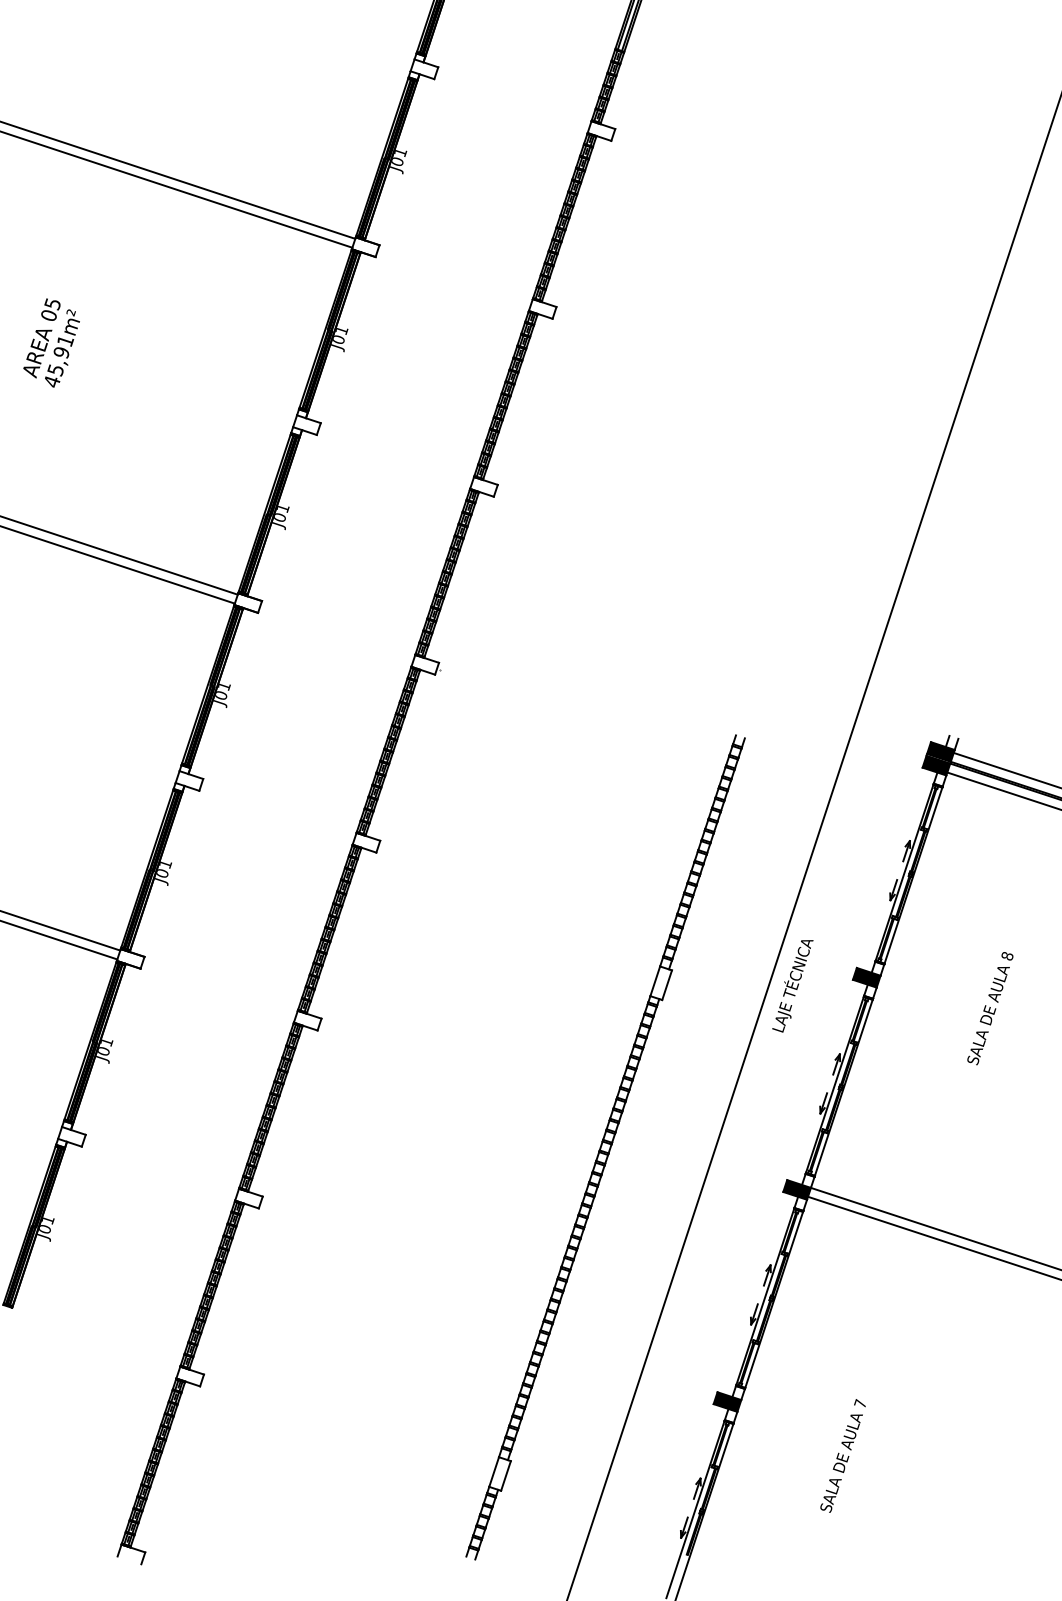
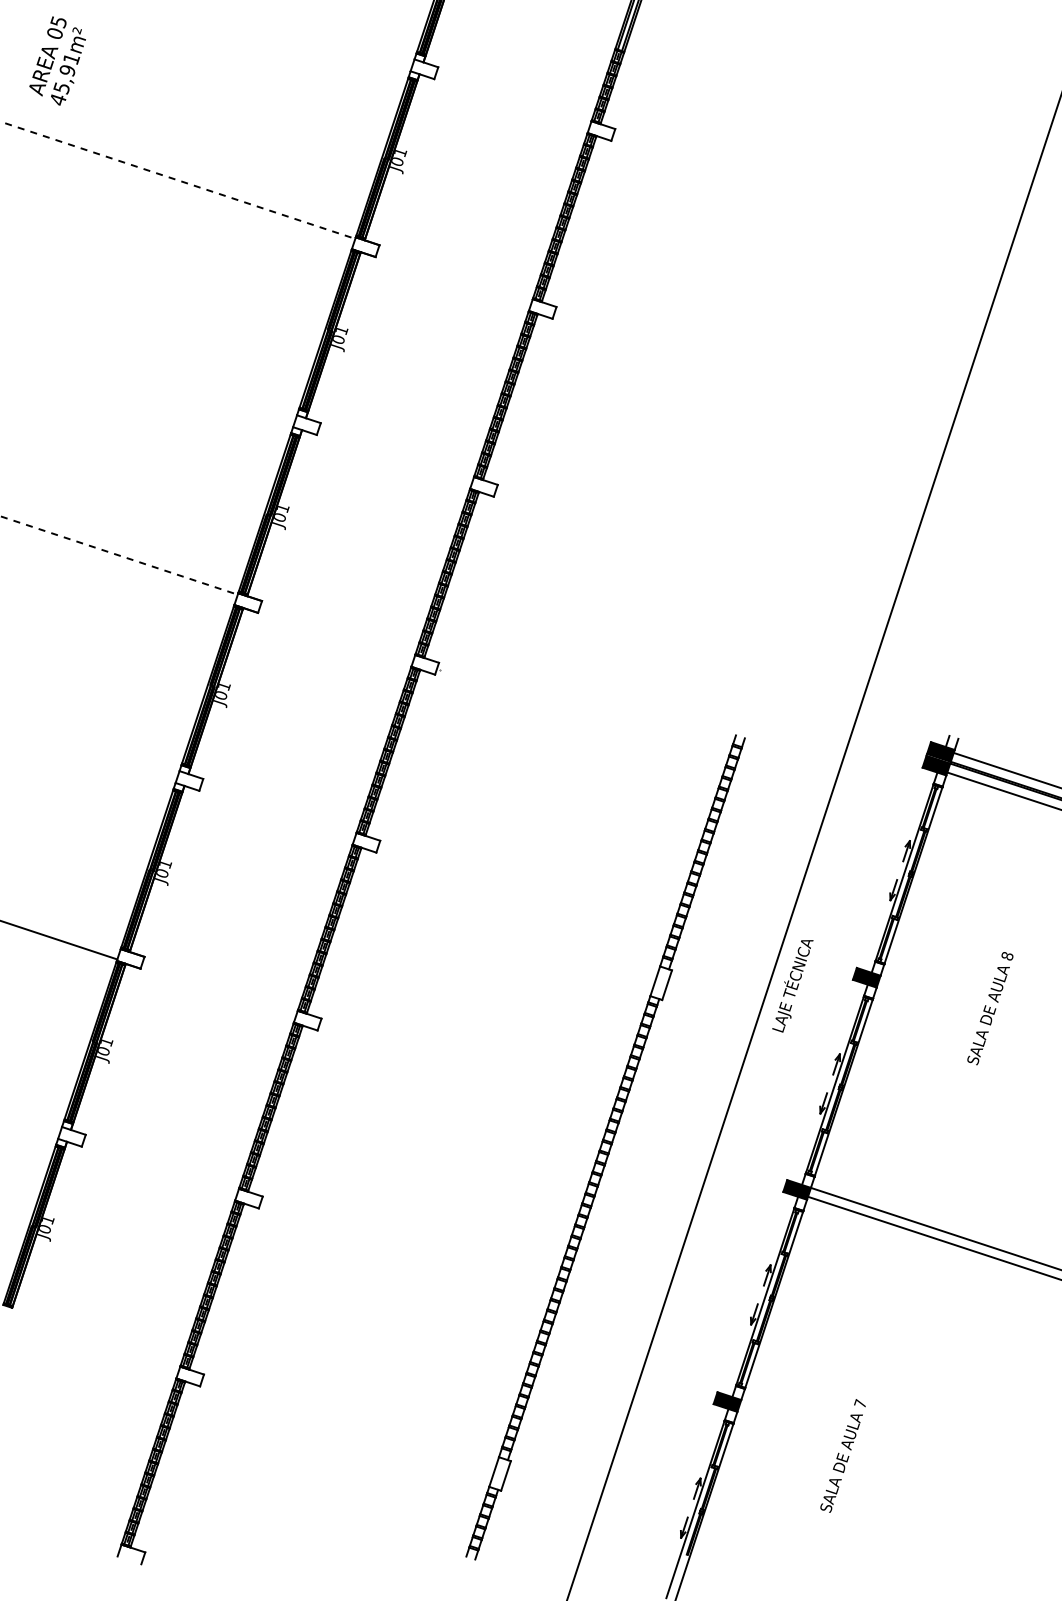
line at (177, 180): solid -> dashed
line at (177, 189): present -> none
text at (51, 342) position: (51, 342) -> (57, 60)
line at (119, 555): solid -> dashed
line at (118, 565): present -> none
line at (61, 930): present -> none
